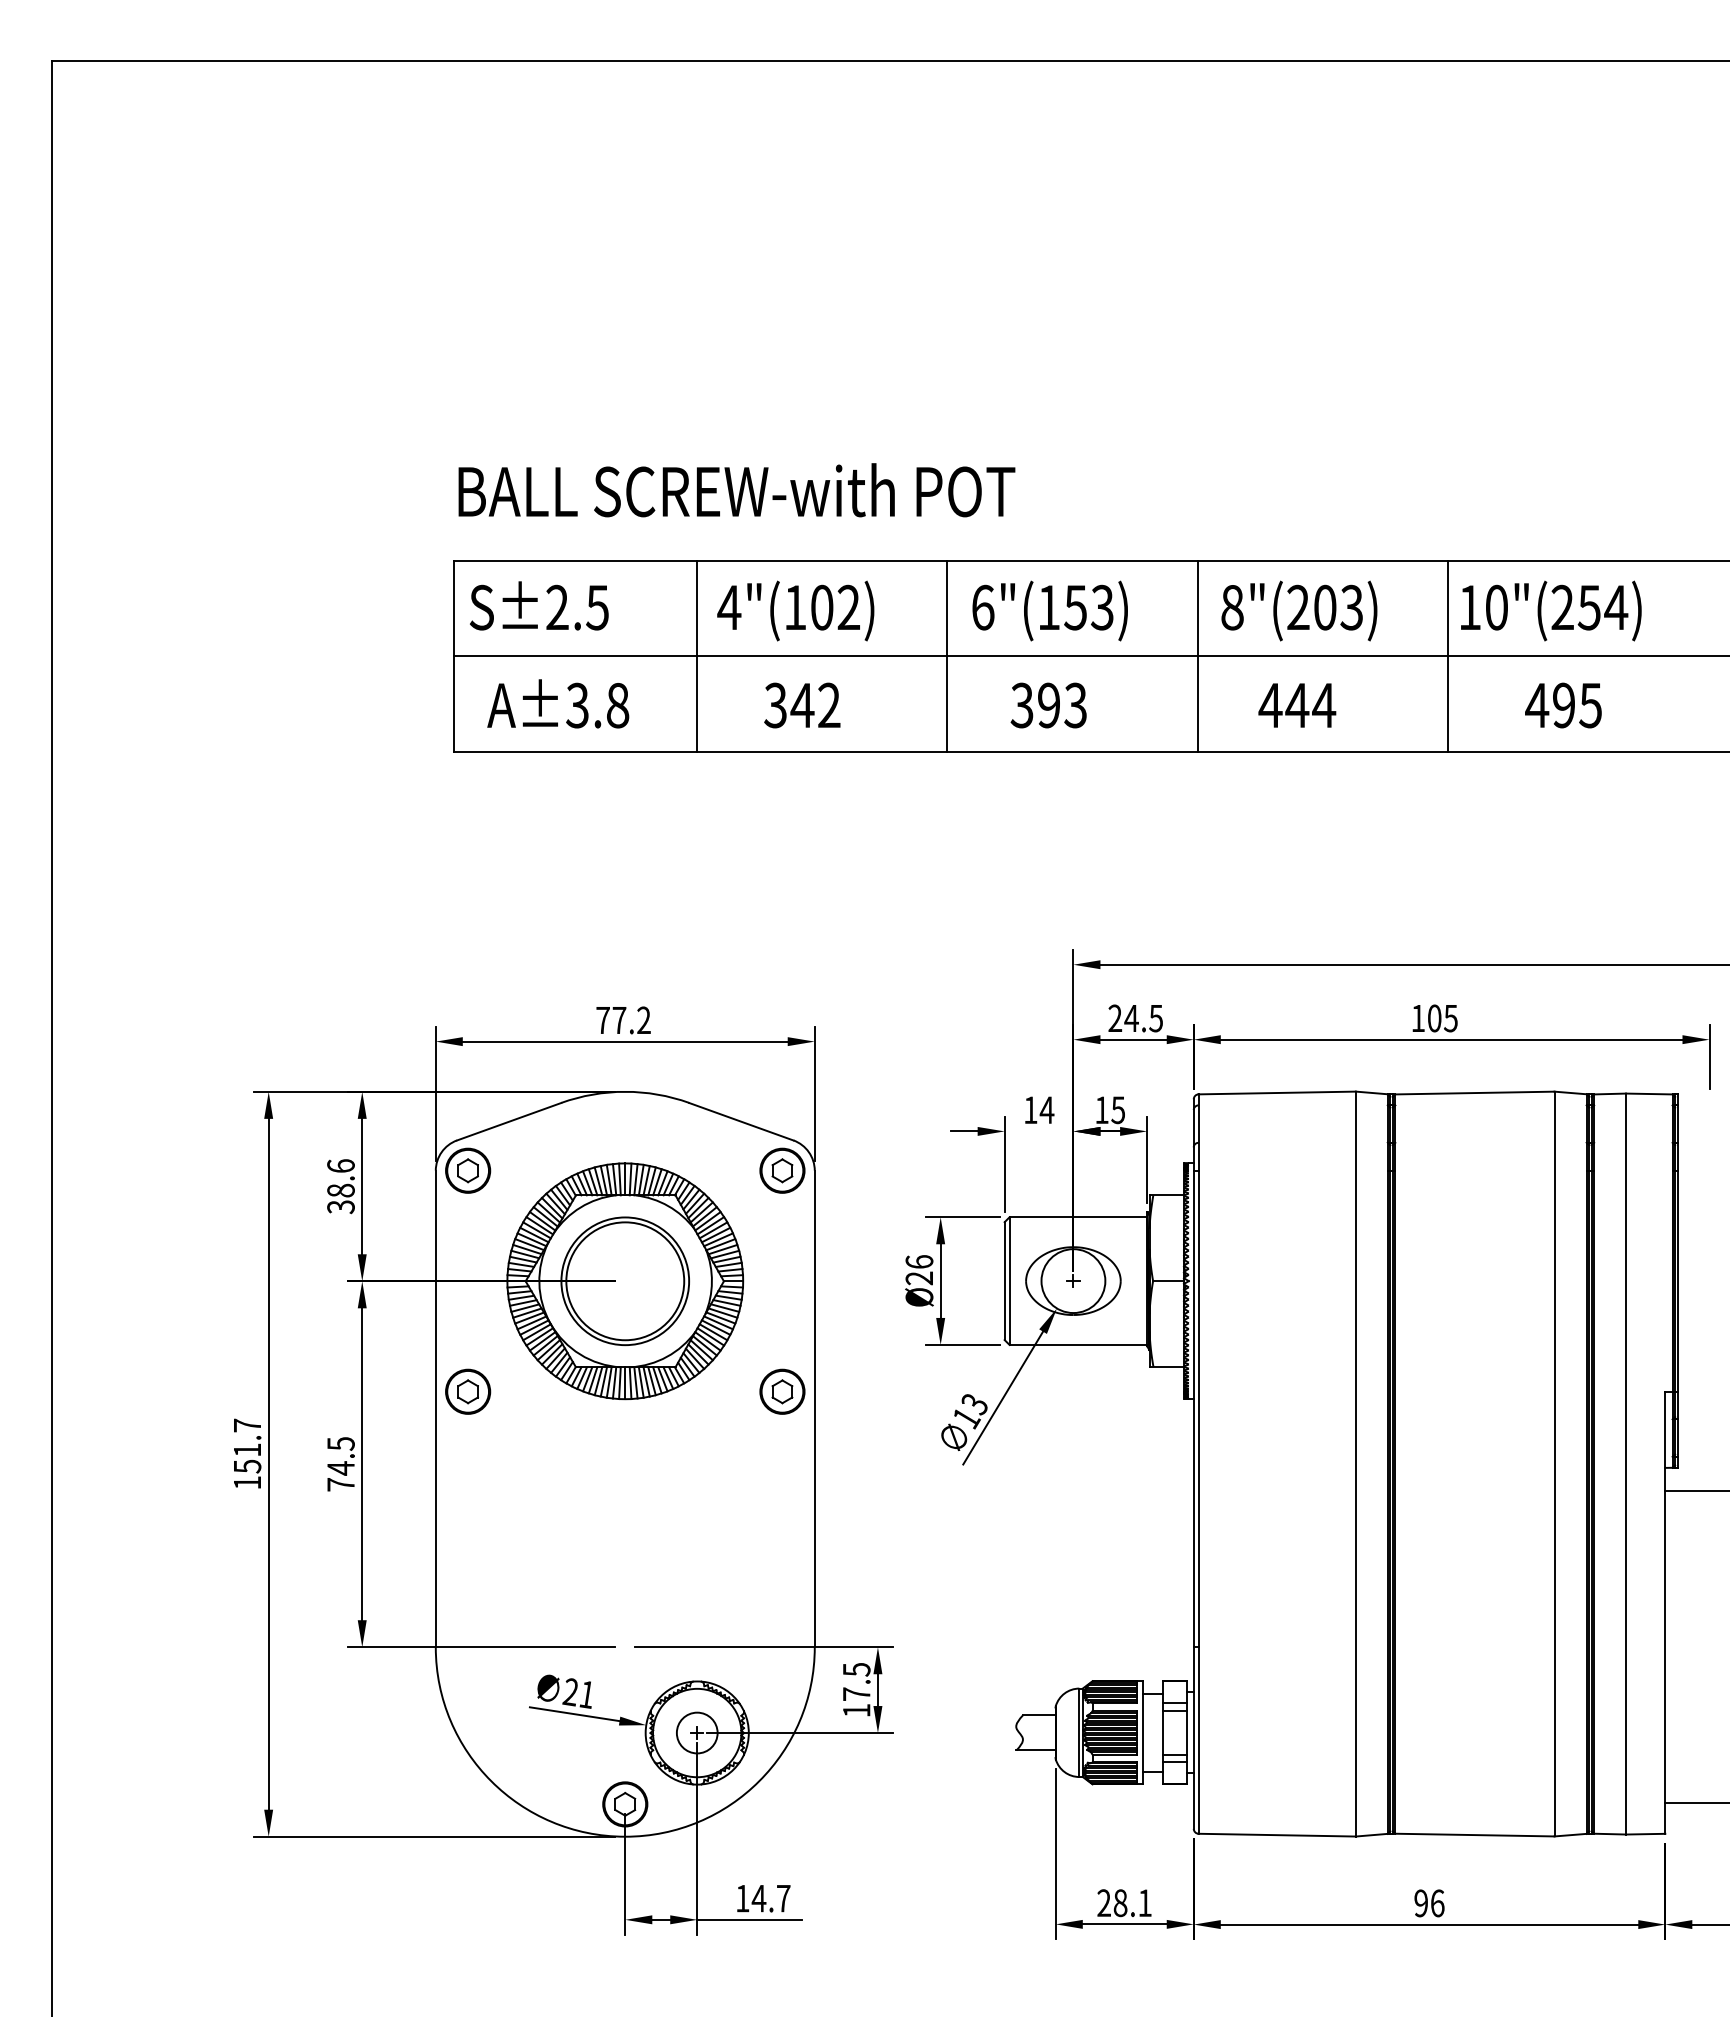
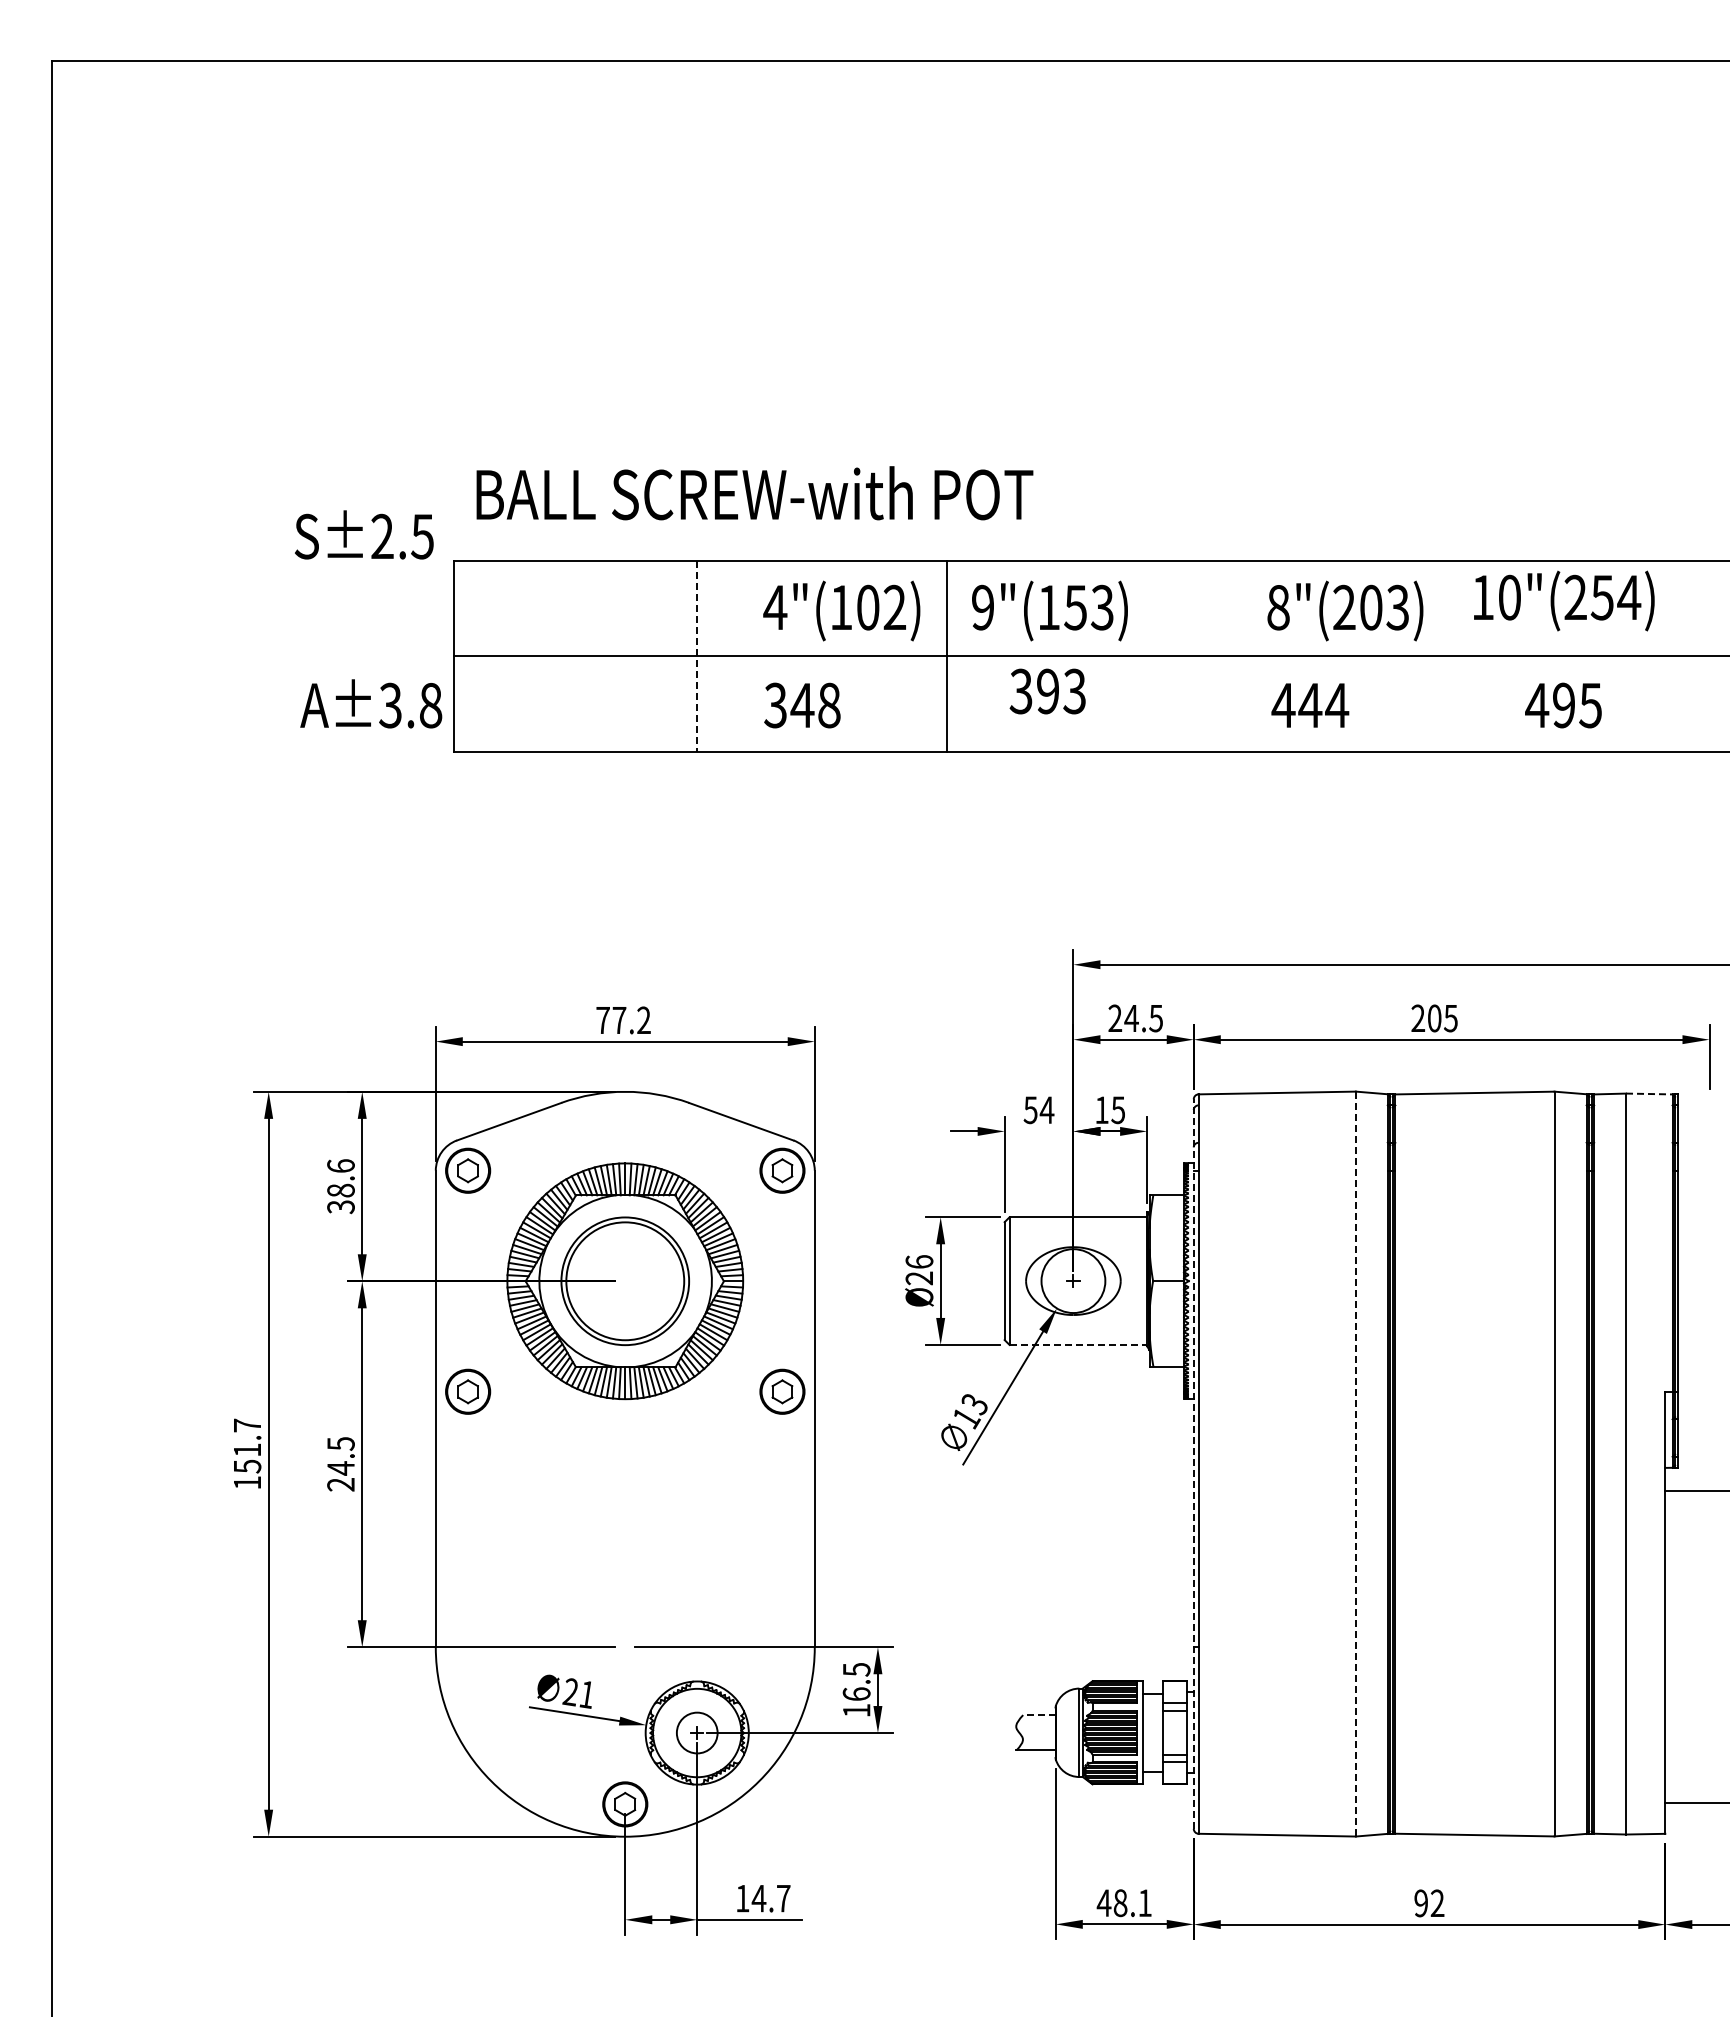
text at (736, 490) position: (736, 490) -> (754, 493)
text at (539, 605) position: (539, 605) -> (364, 534)
text at (983, 607): 6"(153) -> 9"(153)
text at (795, 610) position: (795, 610) -> (841, 610)
text at (1299, 610) position: (1299, 610) -> (1345, 610)
text at (1551, 610) position: (1551, 610) -> (1564, 600)
line at (696, 656): solid -> dashed
line at (1197, 656): present -> none
line at (1448, 656): present -> none
text at (558, 703) position: (558, 703) -> (371, 703)
text at (829, 705): 342 -> 348
text at (1048, 705) position: (1048, 705) -> (1047, 691)
text at (1297, 705) position: (1297, 705) -> (1310, 705)
text at (1418, 1017): 105 -> 205
line at (1649, 1094): solid -> dashed
text at (1030, 1110): 14 -> 54
line at (1078, 1344): solid -> dashed
line at (1193, 1464): solid -> dashed
line at (1355, 1464): solid -> dashed
text at (340, 1484): 74.5 -> 24.5
text at (856, 1693): 17.5 -> 16.5
line at (1038, 1715): solid -> dashed
text at (1103, 1902): 28.1 -> 48.1
text at (1437, 1903): 96 -> 92
